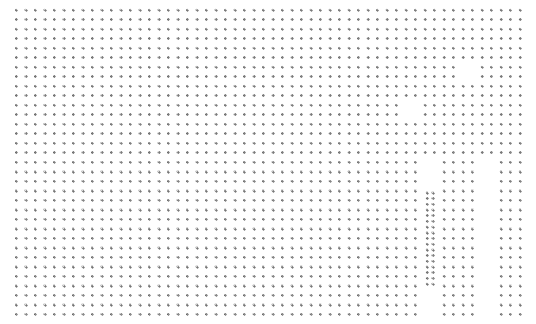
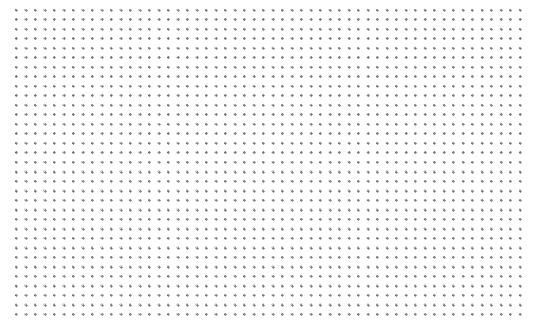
part at (467, 71): none -> present
part at (410, 109): none -> present
part at (430, 238) size: 9x95 px -> 12x155 px
part at (486, 238): none -> present
